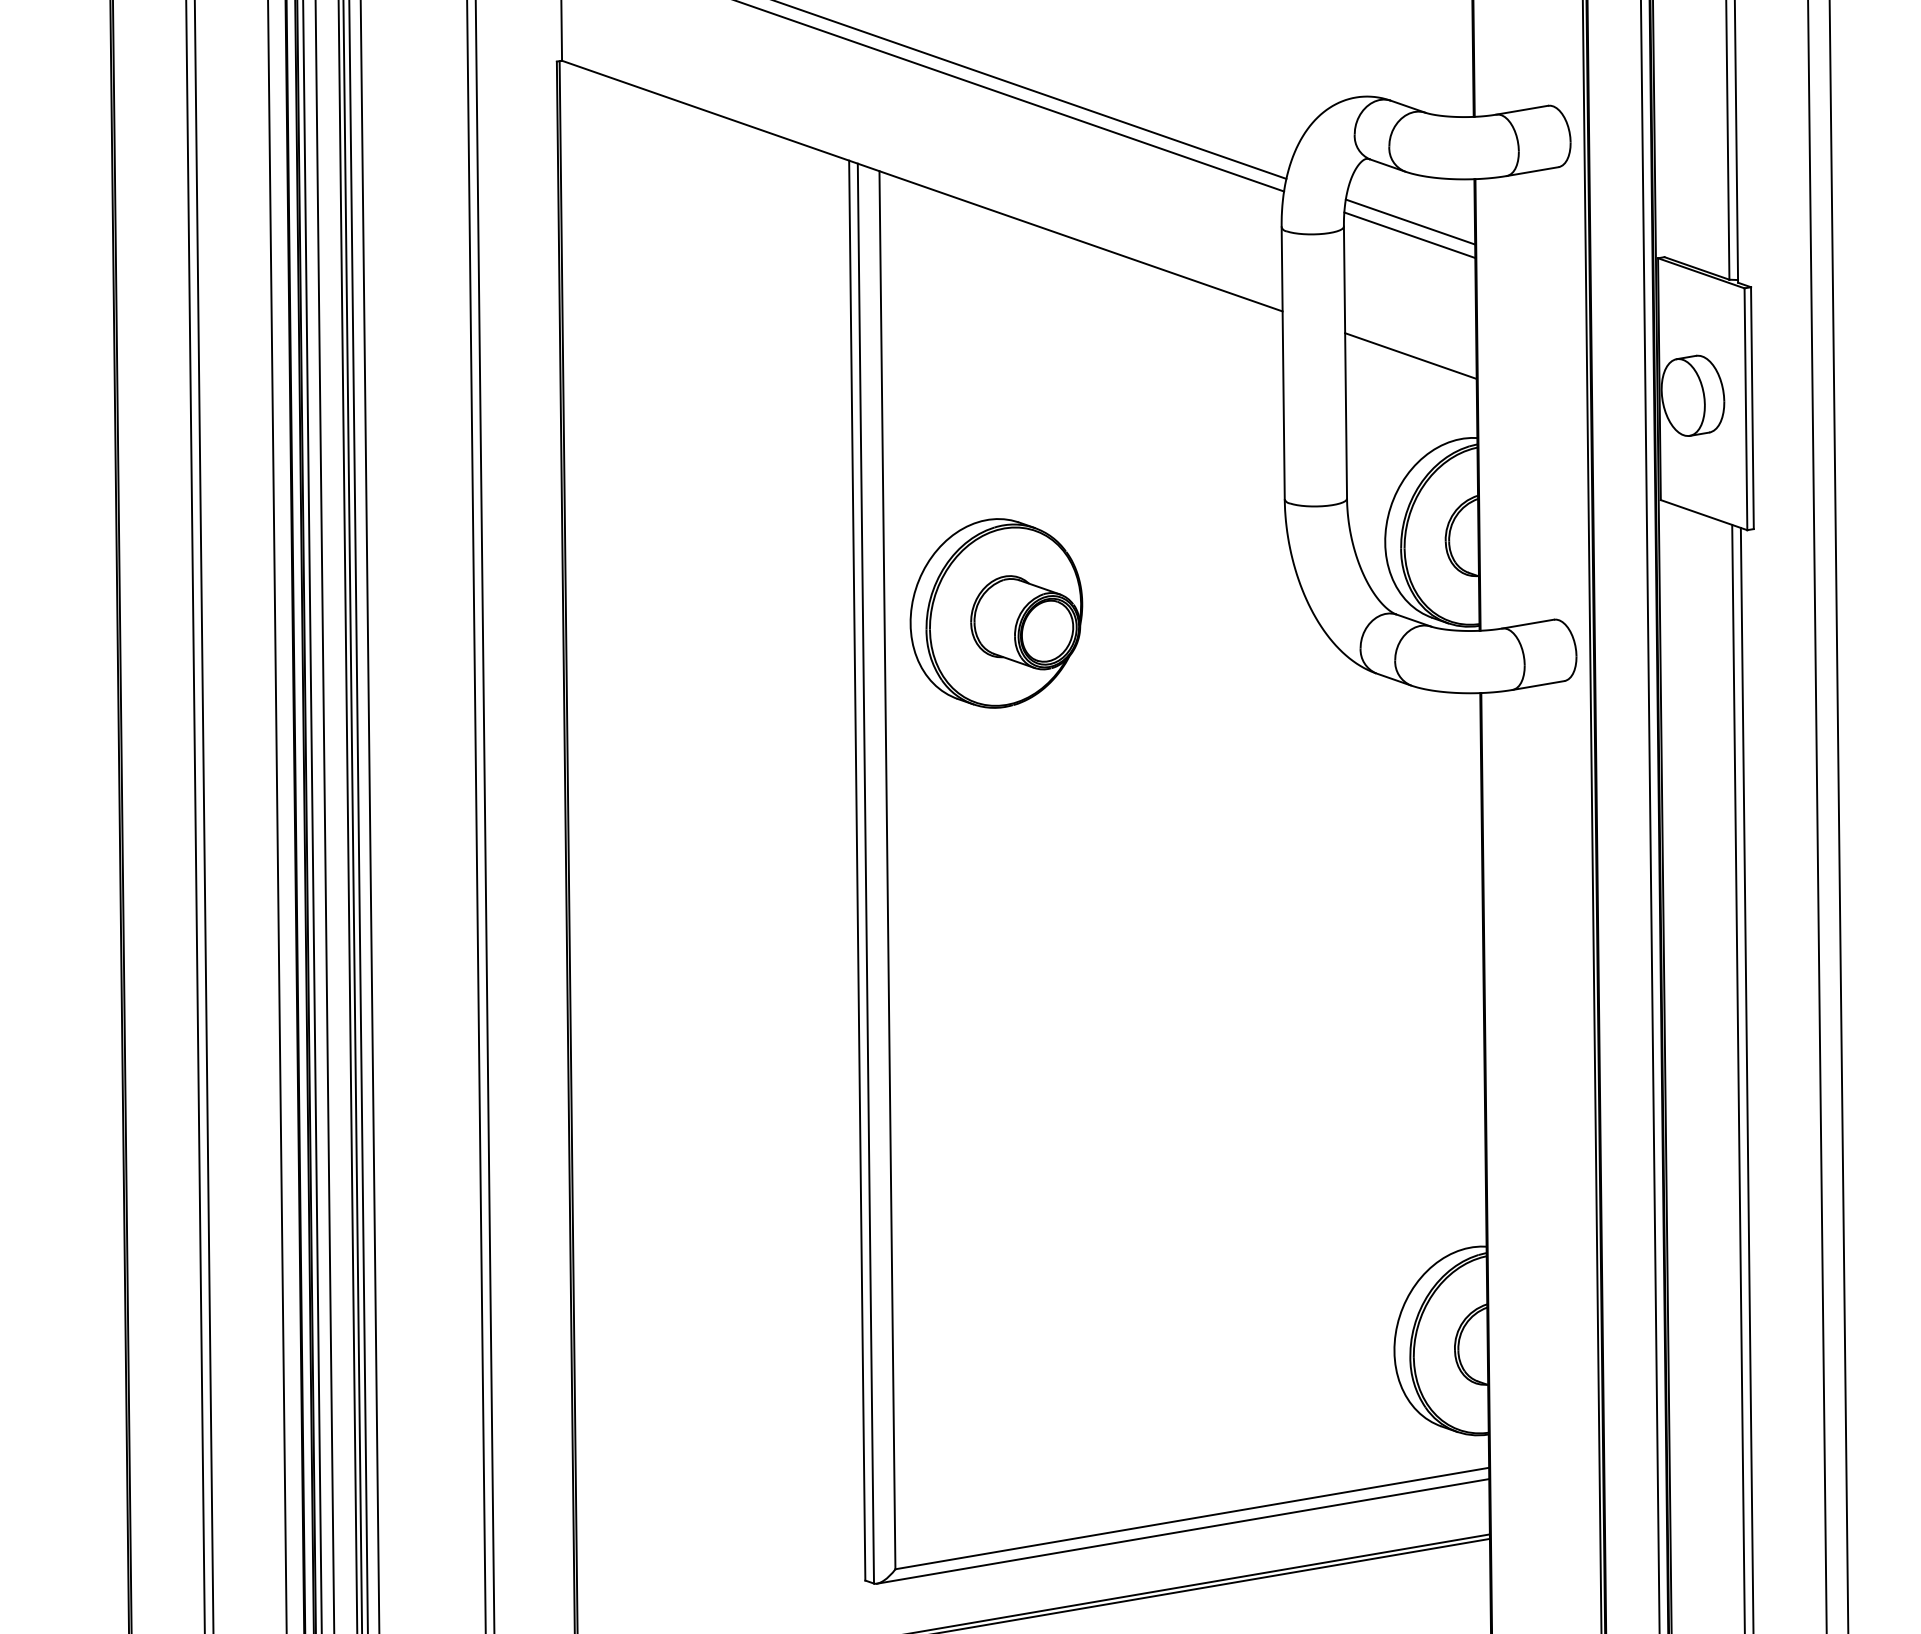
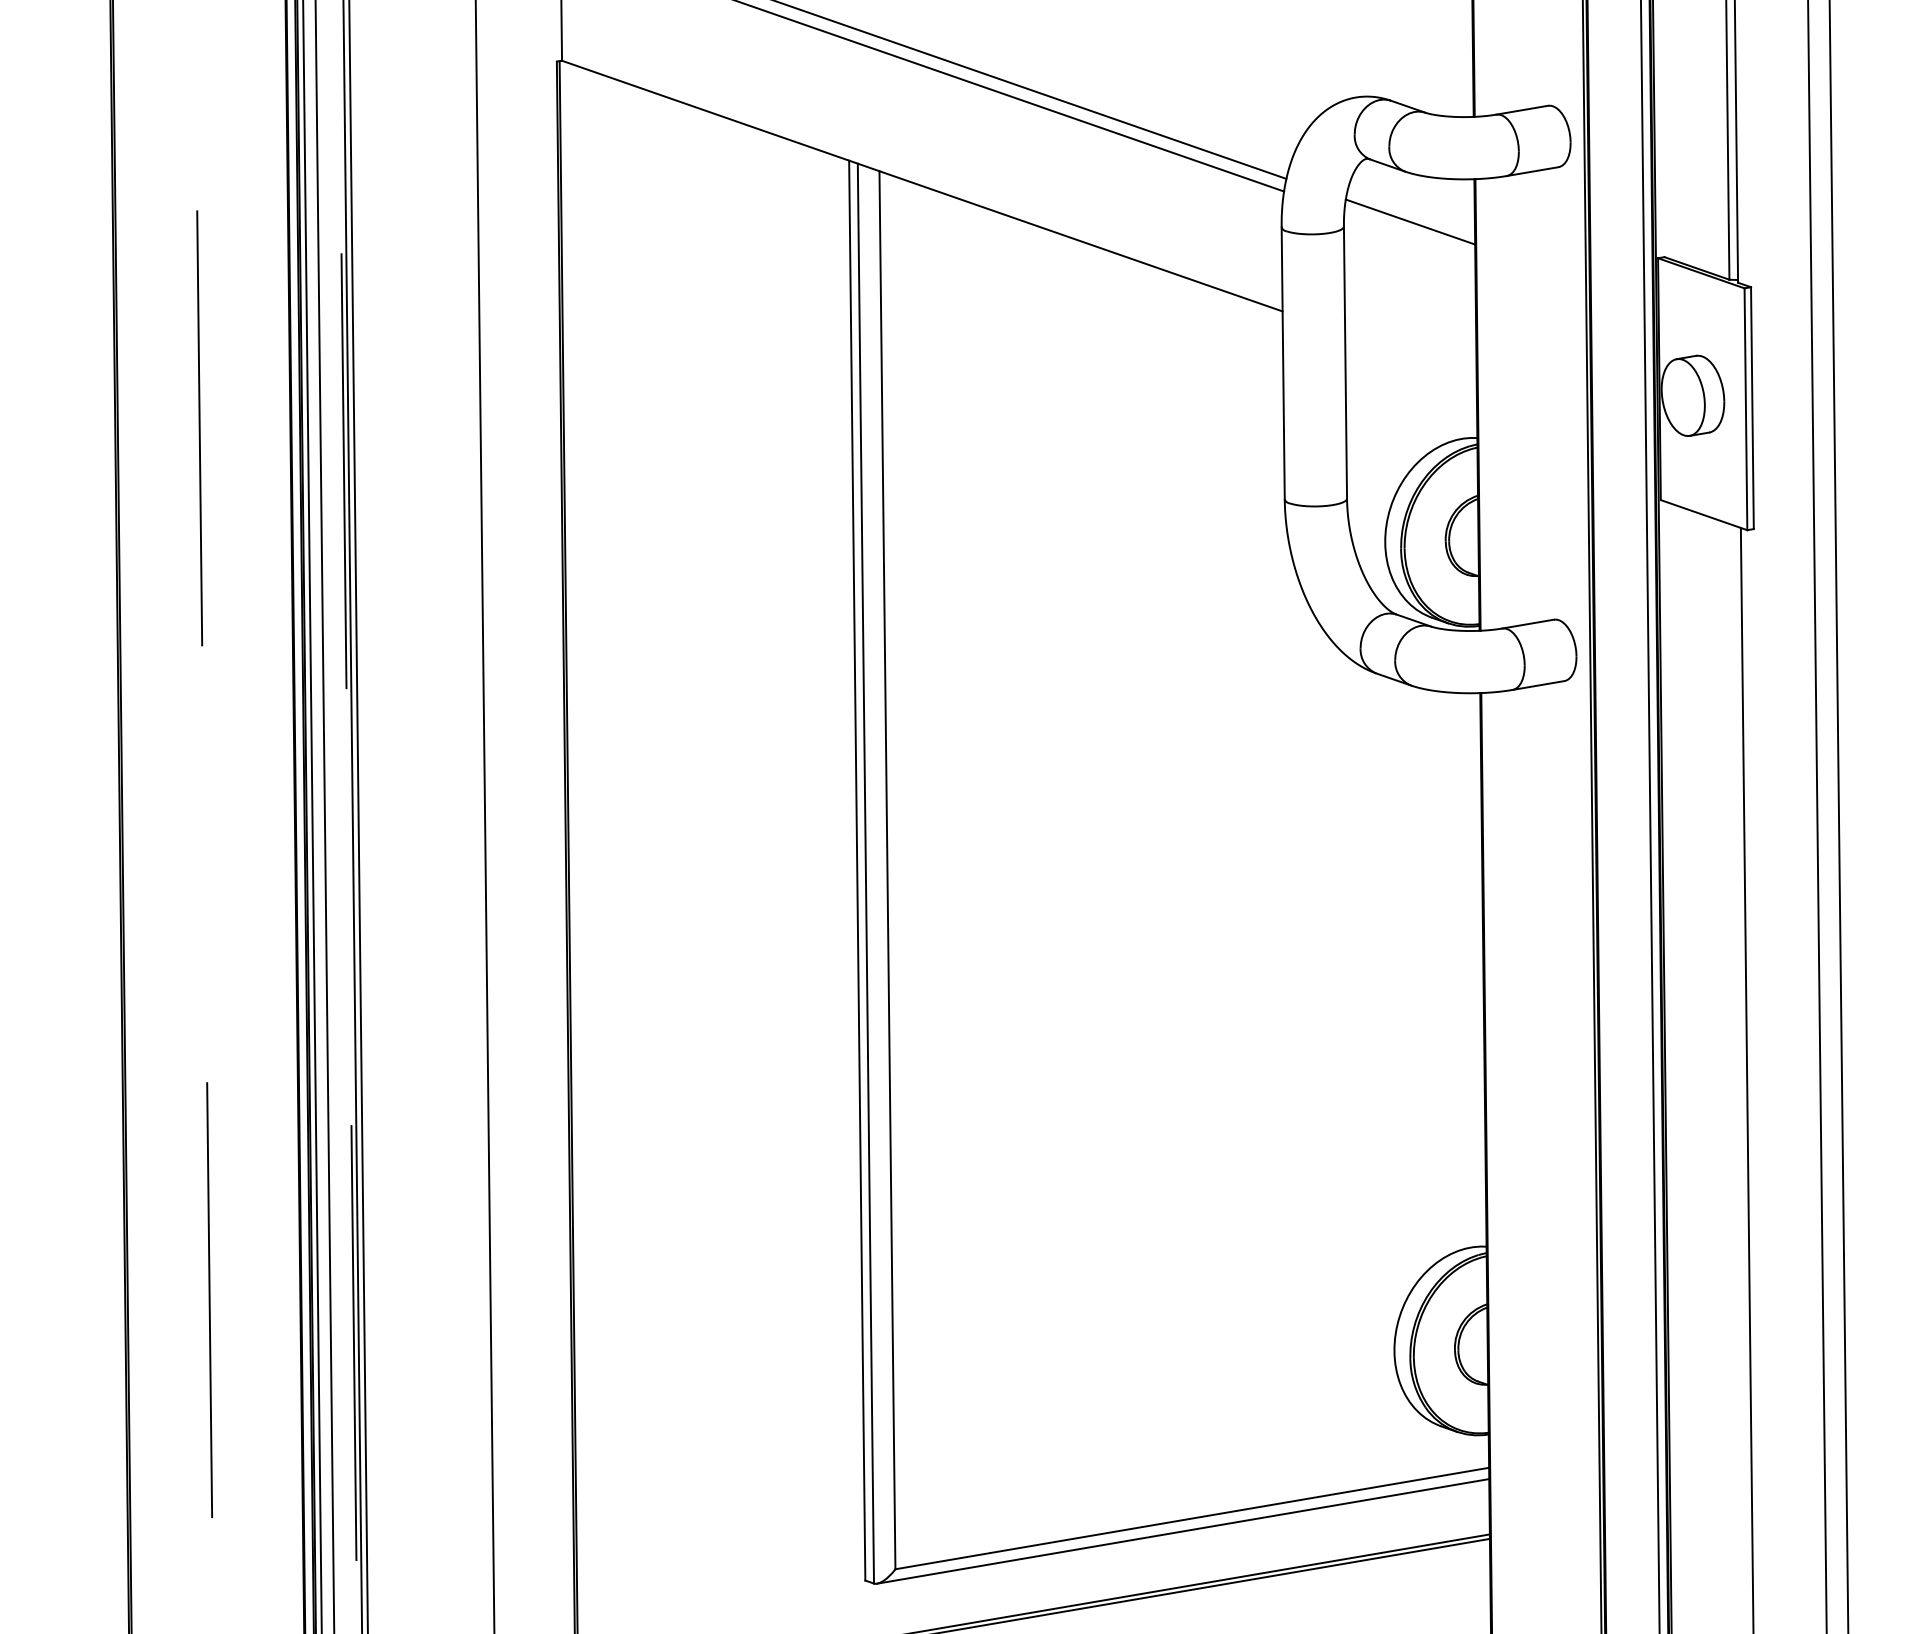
line at (1409, 235): present -> none
line at (1410, 355): present -> none
part at (996, 613): present -> none
line at (195, 816): present -> none
line at (204, 816): solid -> dashed
line at (277, 816): present -> none
line at (347, 816): solid -> dashed
line at (369, 816): present -> none
line at (476, 816): present -> none
line at (1738, 1077): present -> none
